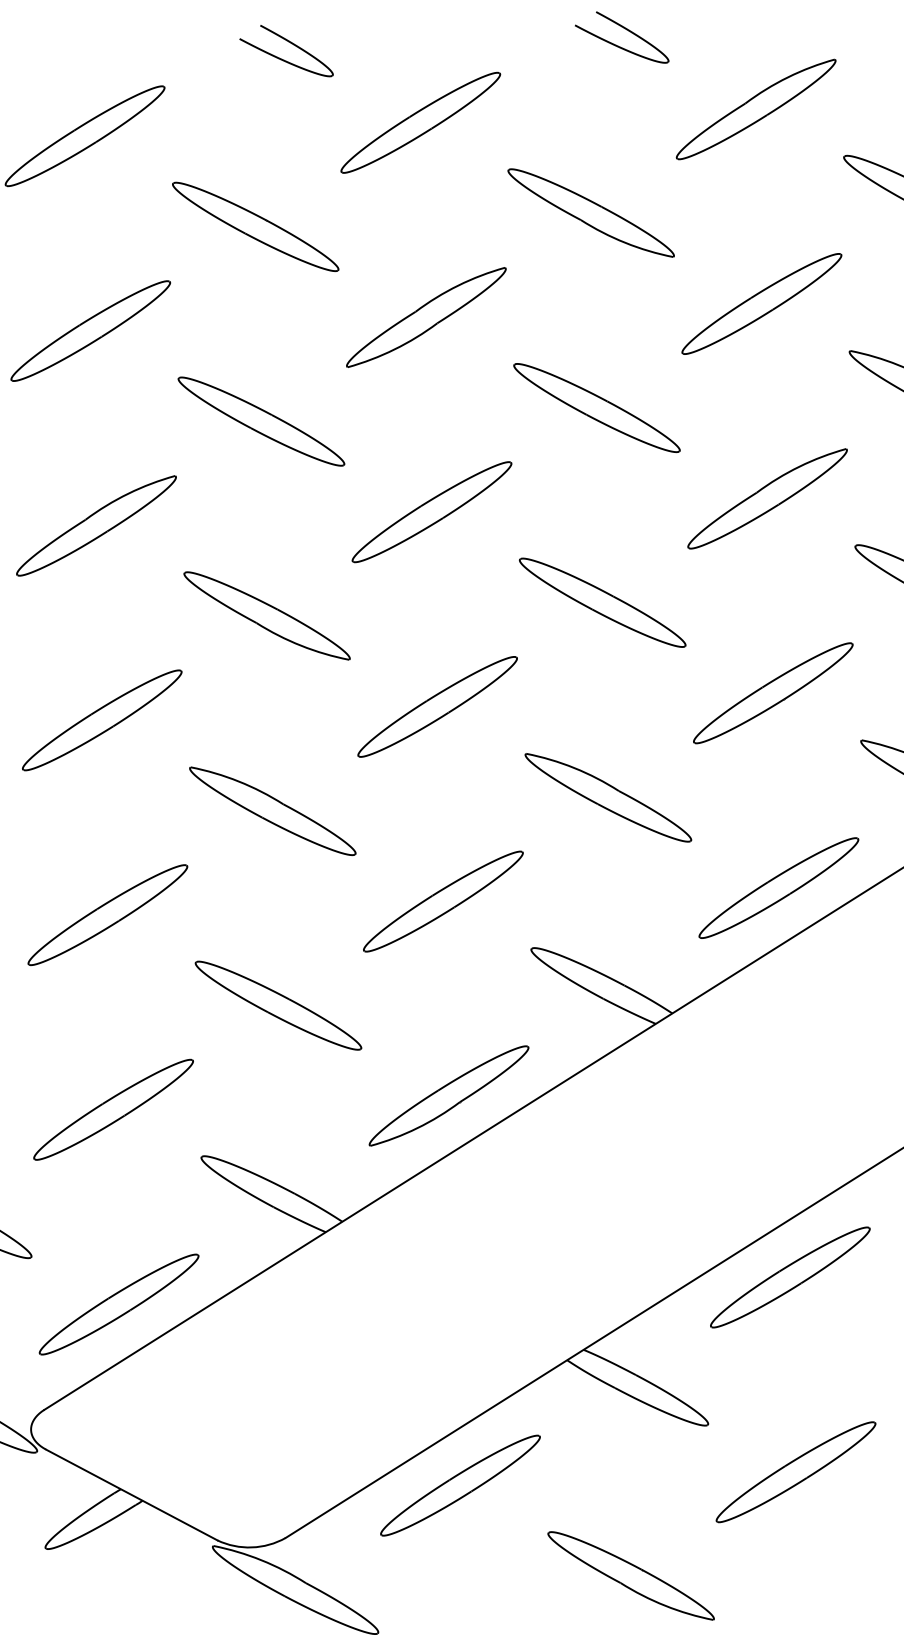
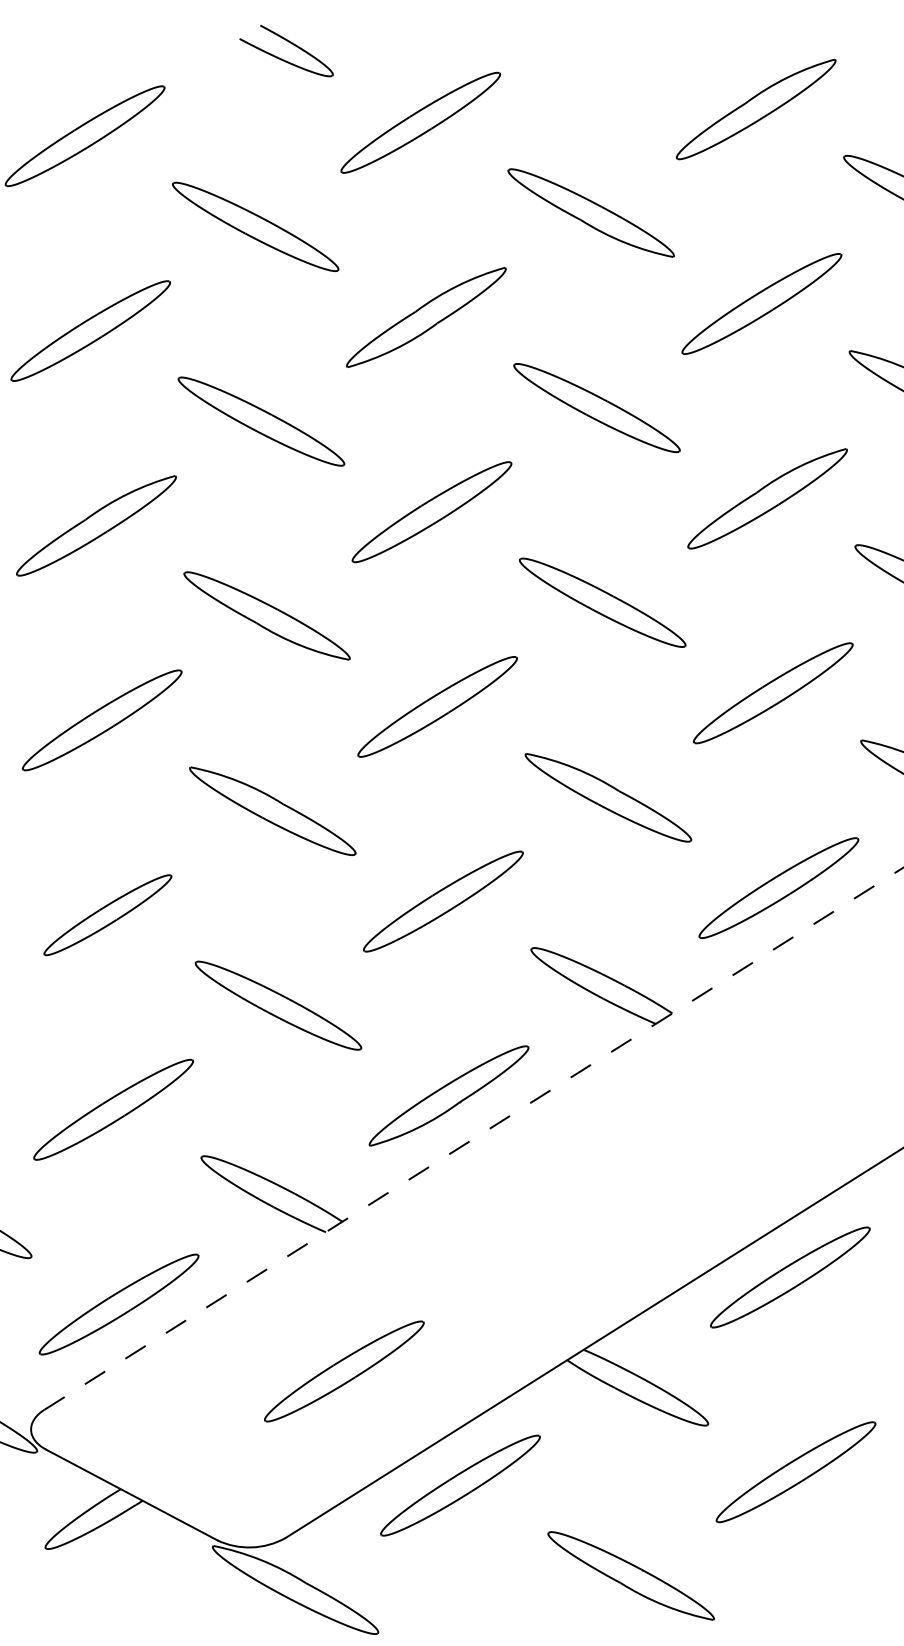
part at (626, 30): present -> none
part at (107, 915) size: 162x103 px -> 130x83 px
line at (474, 1138): solid -> dashed
part at (344, 1371): none -> present
